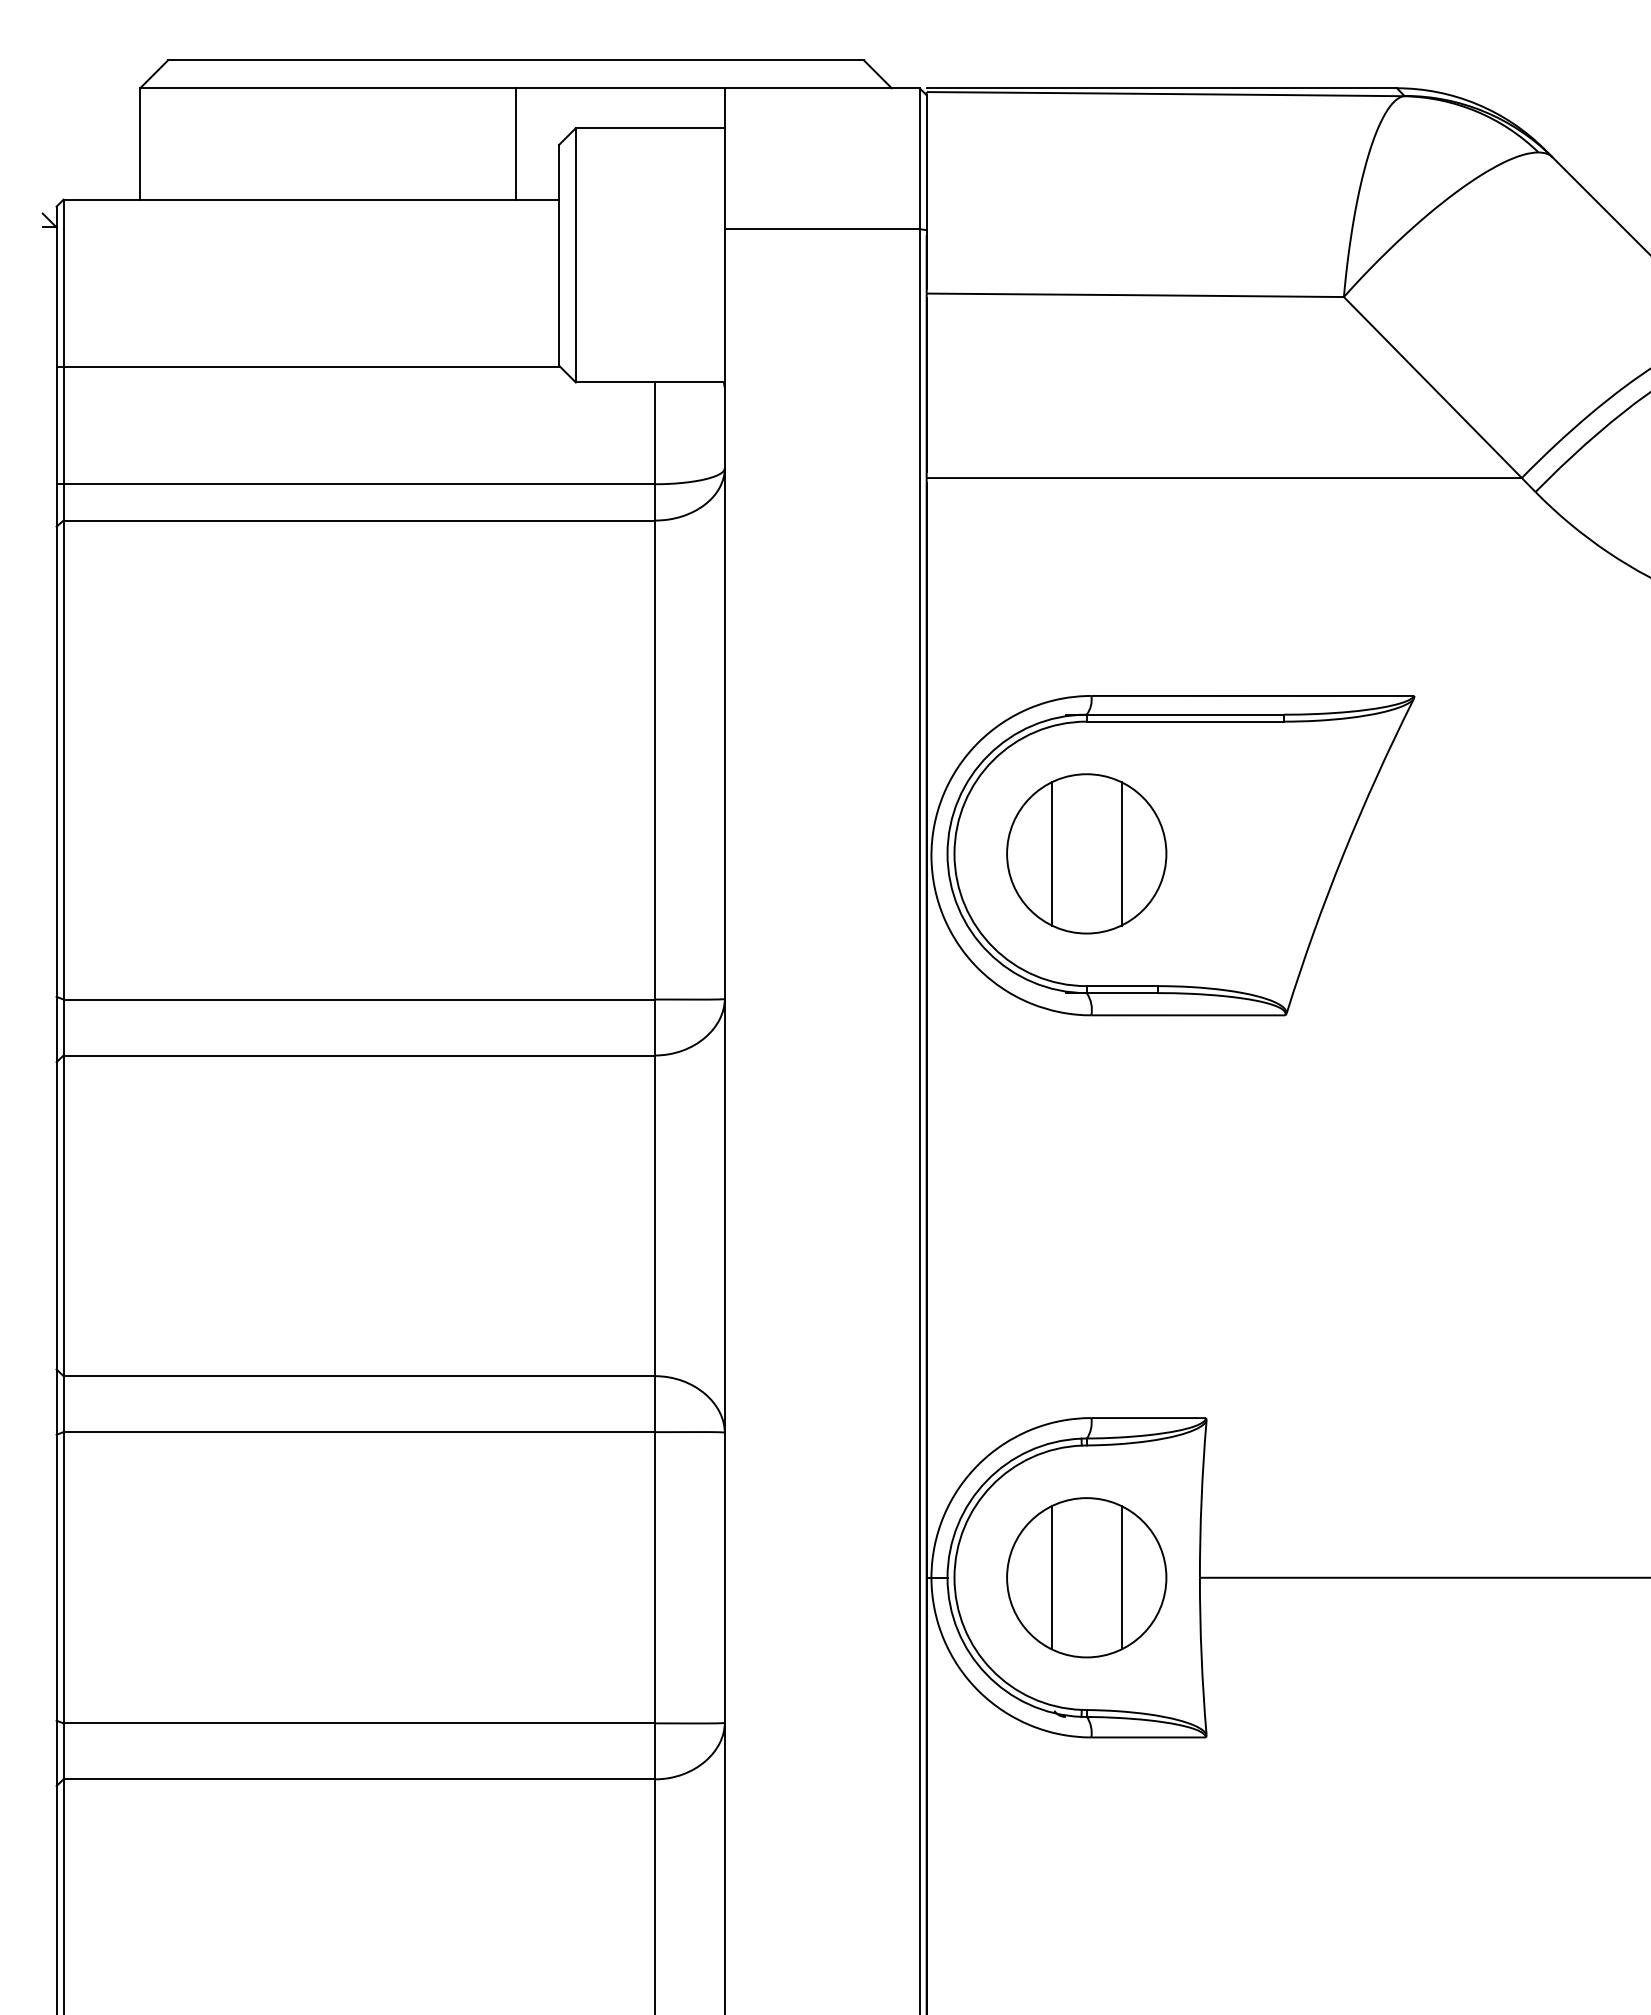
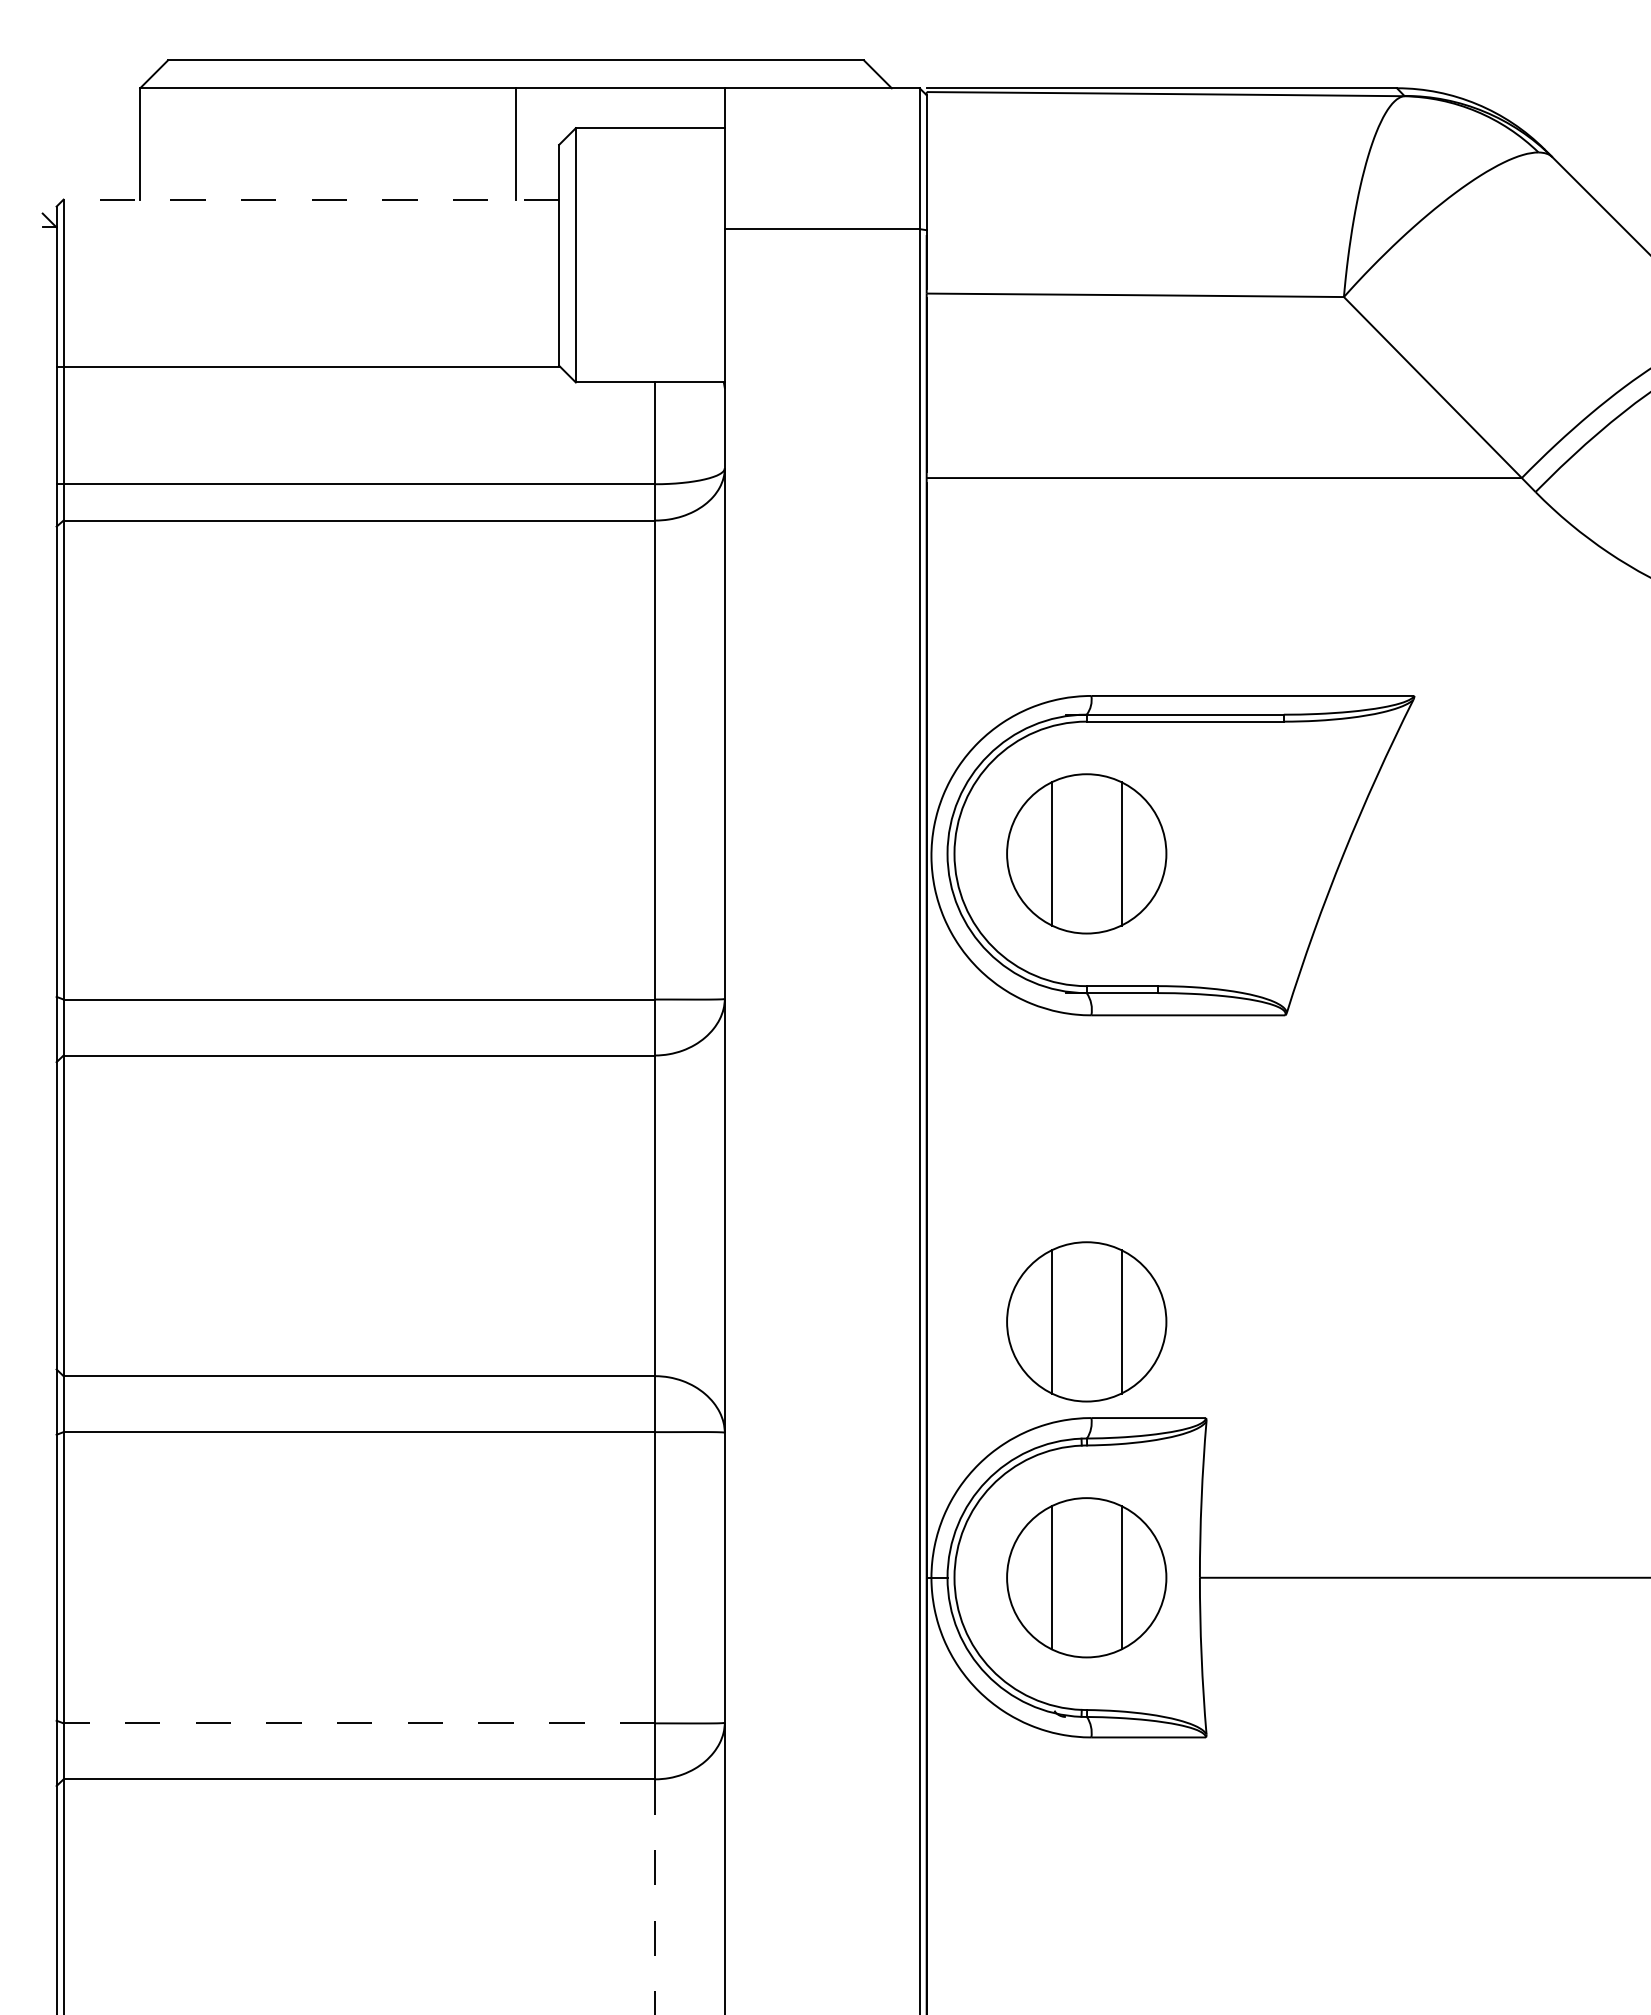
line at (311, 199): solid -> dashed
part at (1086, 1321): none -> present
line at (359, 1723): solid -> dashed
line at (655, 1897): solid -> dashed
